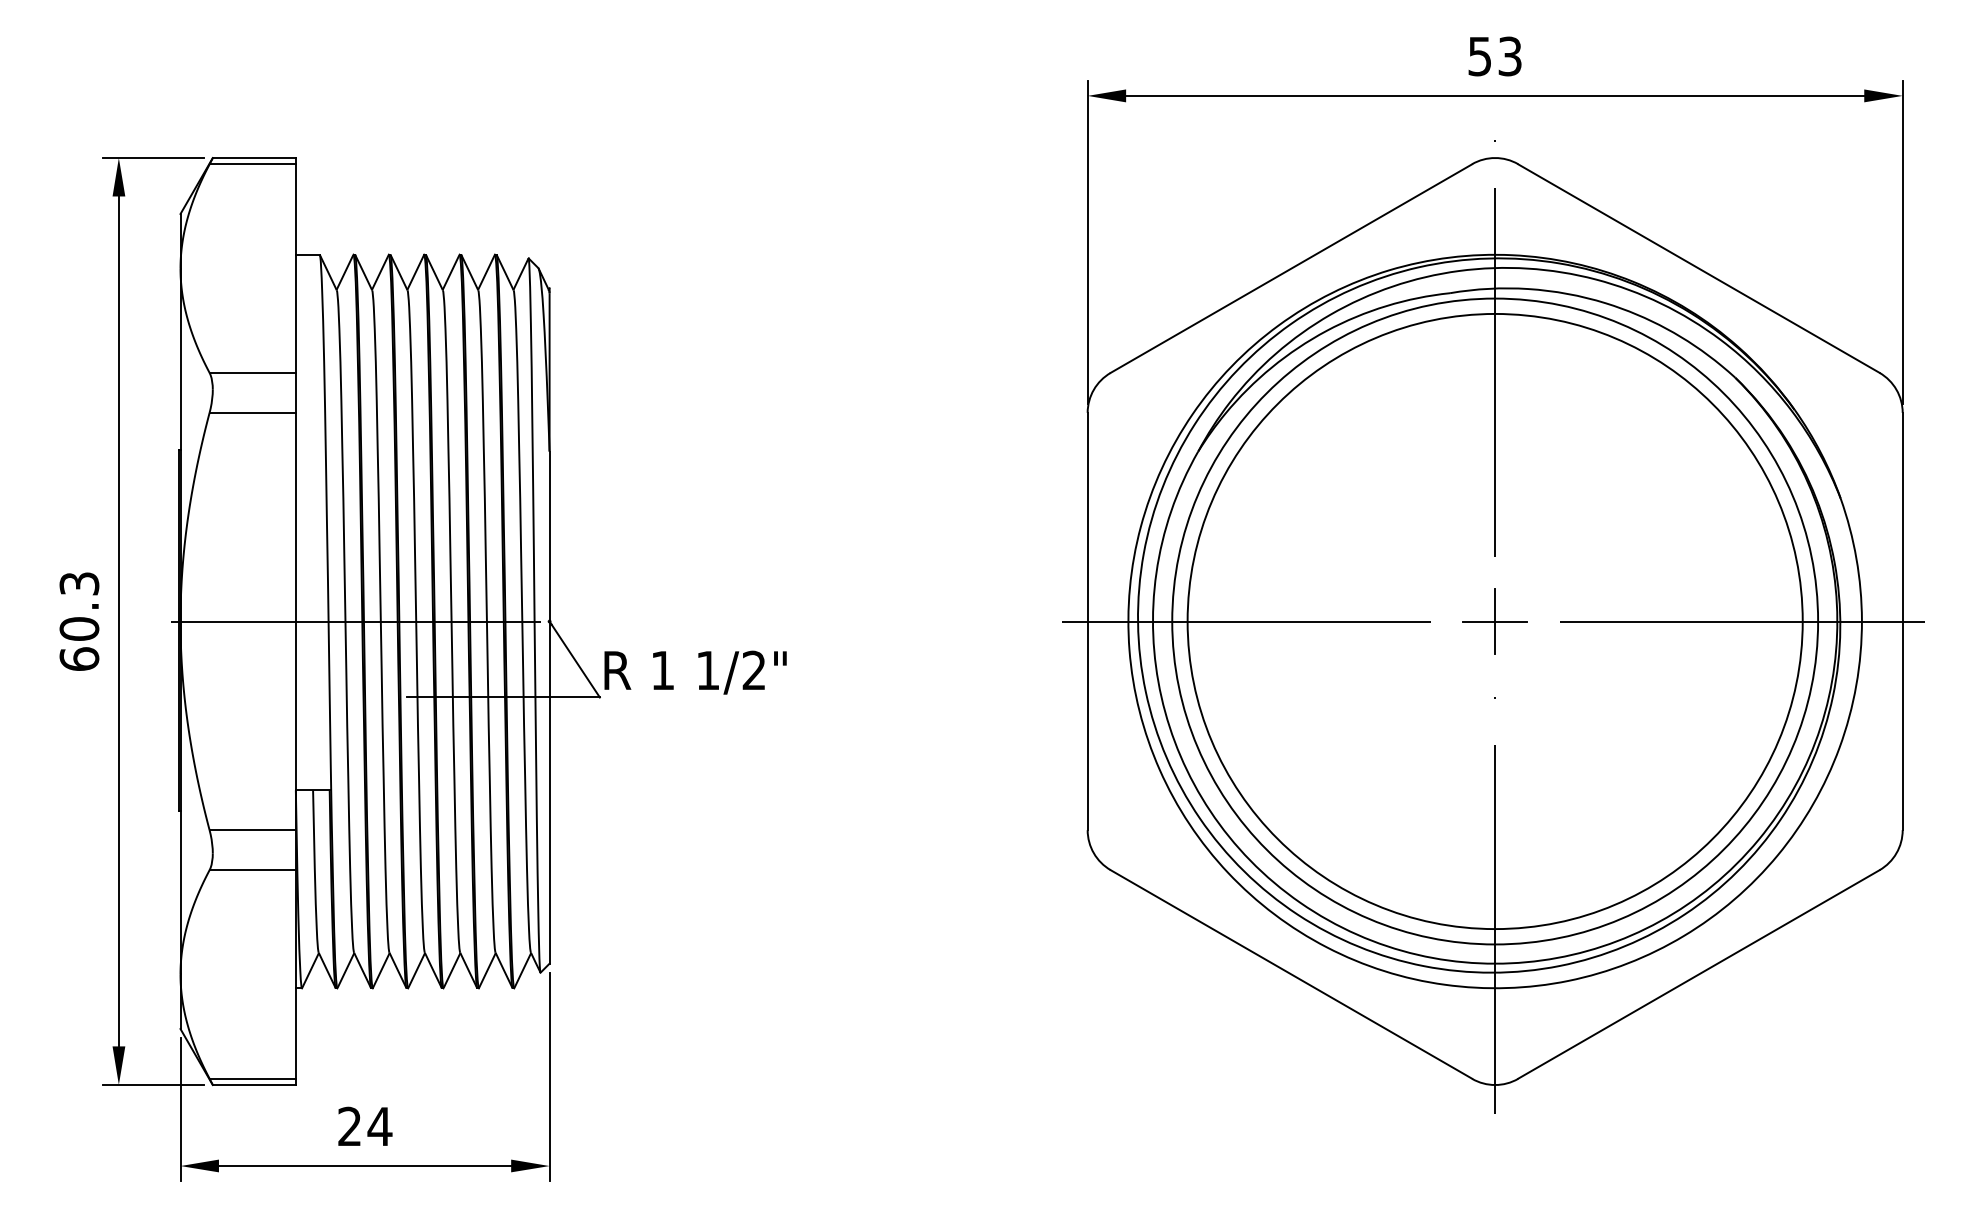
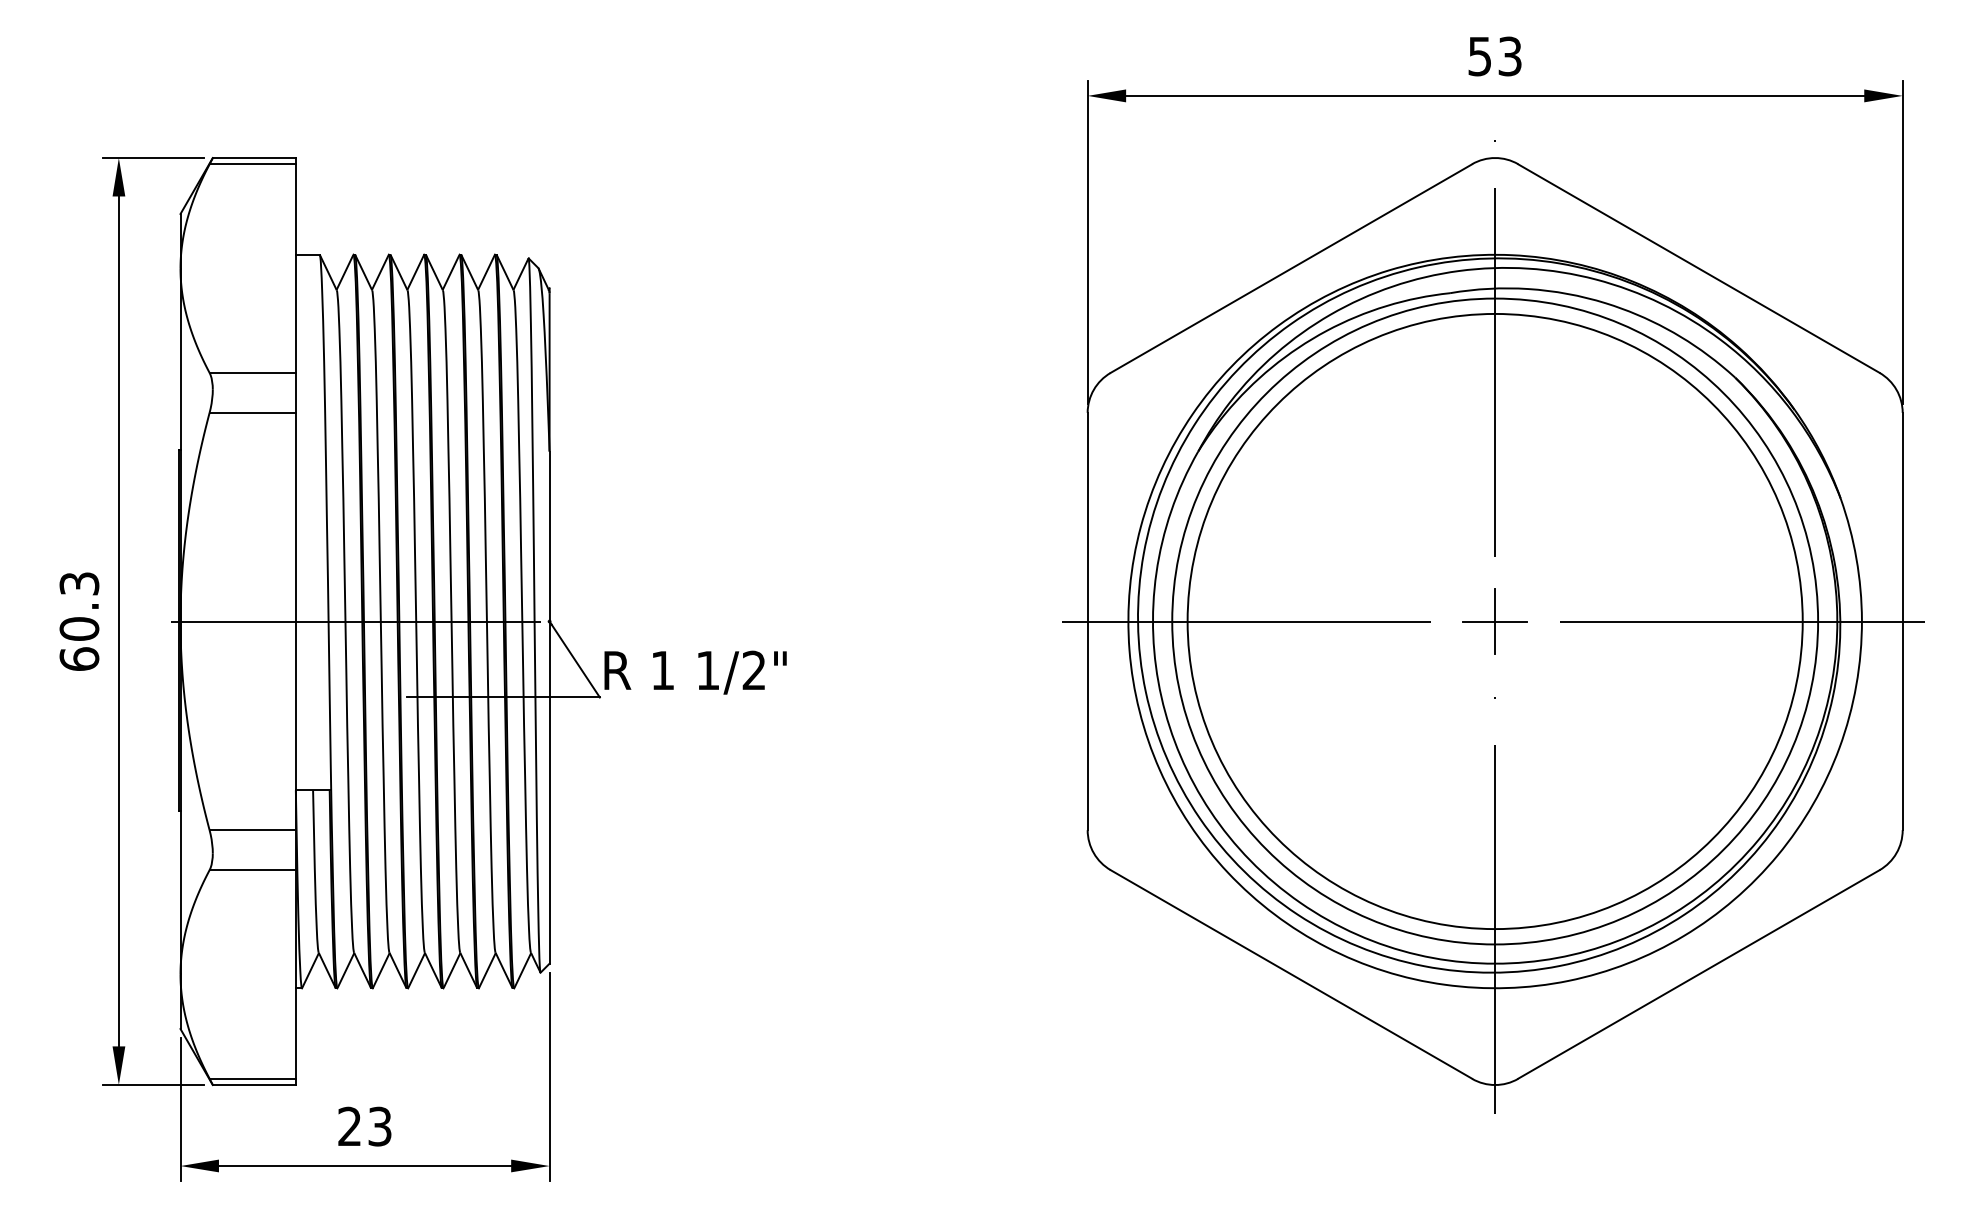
text at (379, 1126): 24 -> 23
